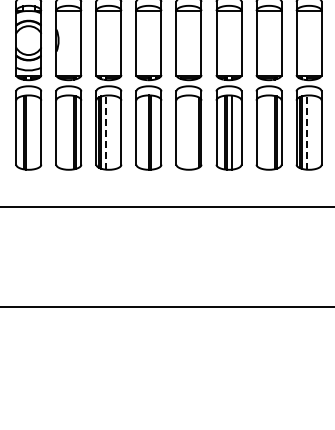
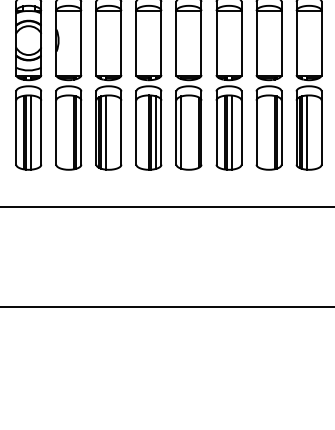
line at (31, 132): none -> present
line at (106, 132): dashed -> solid
line at (156, 132): none -> present
line at (181, 132): none -> present
line at (306, 132): dashed -> solid
